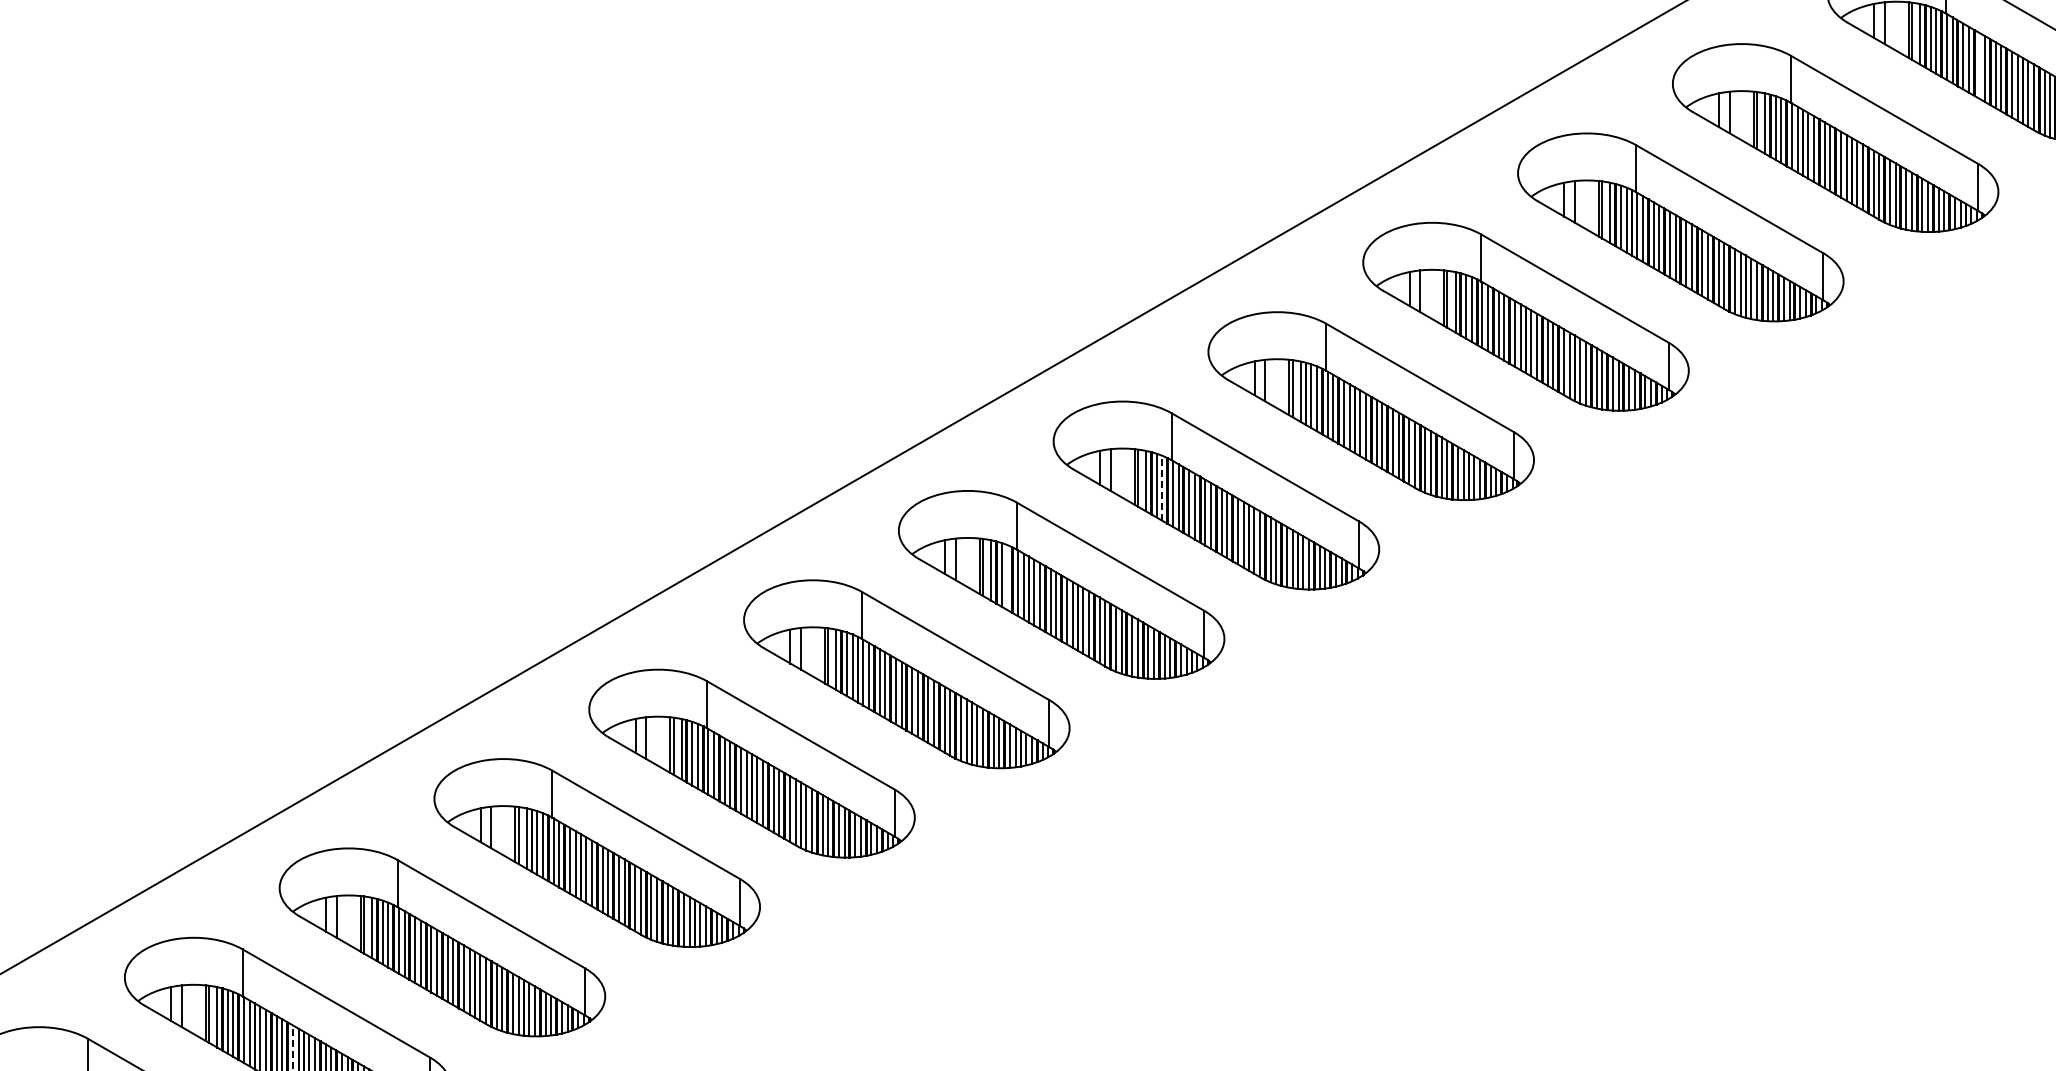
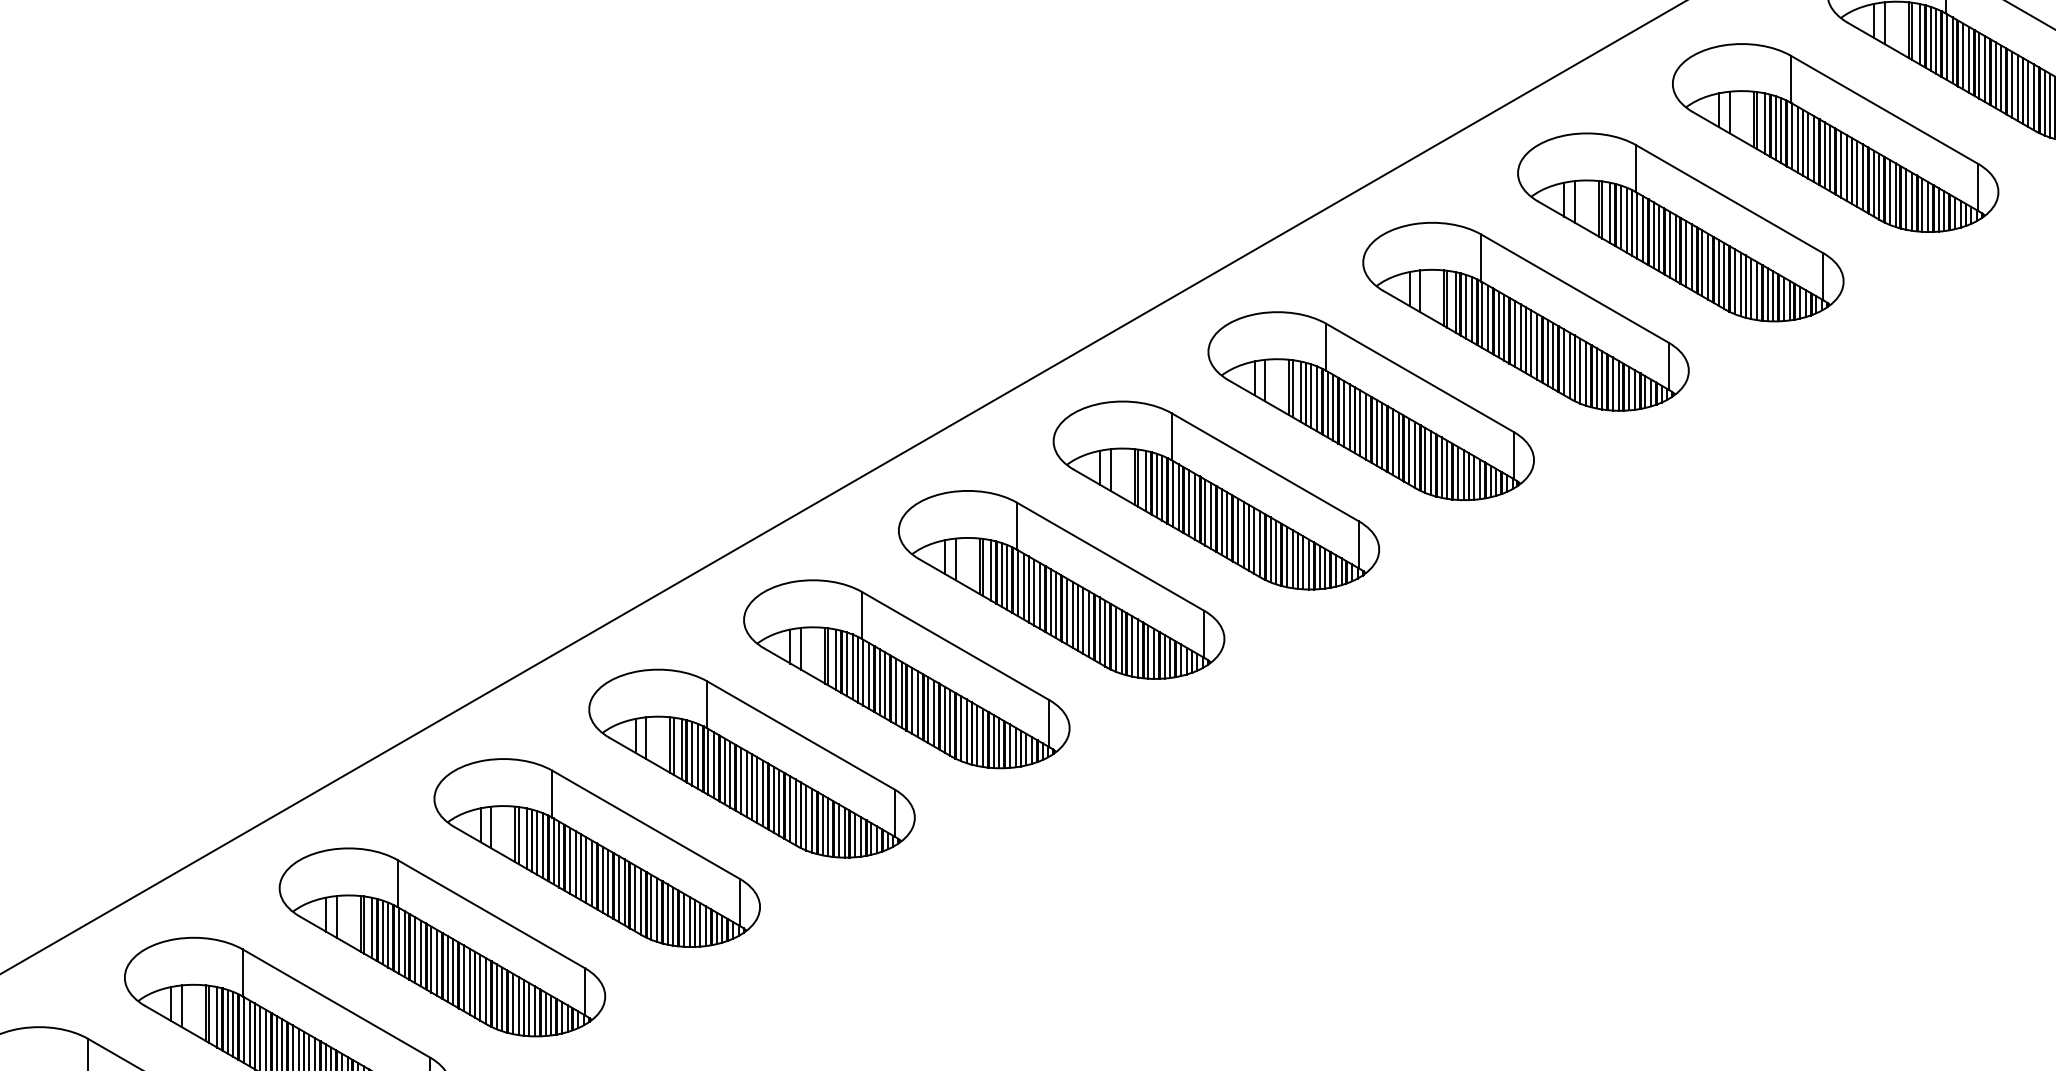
line at (1979, 65): none -> present
line at (1162, 487): dashed -> solid
line at (1007, 577): none -> present
line at (292, 1047): dashed -> solid
